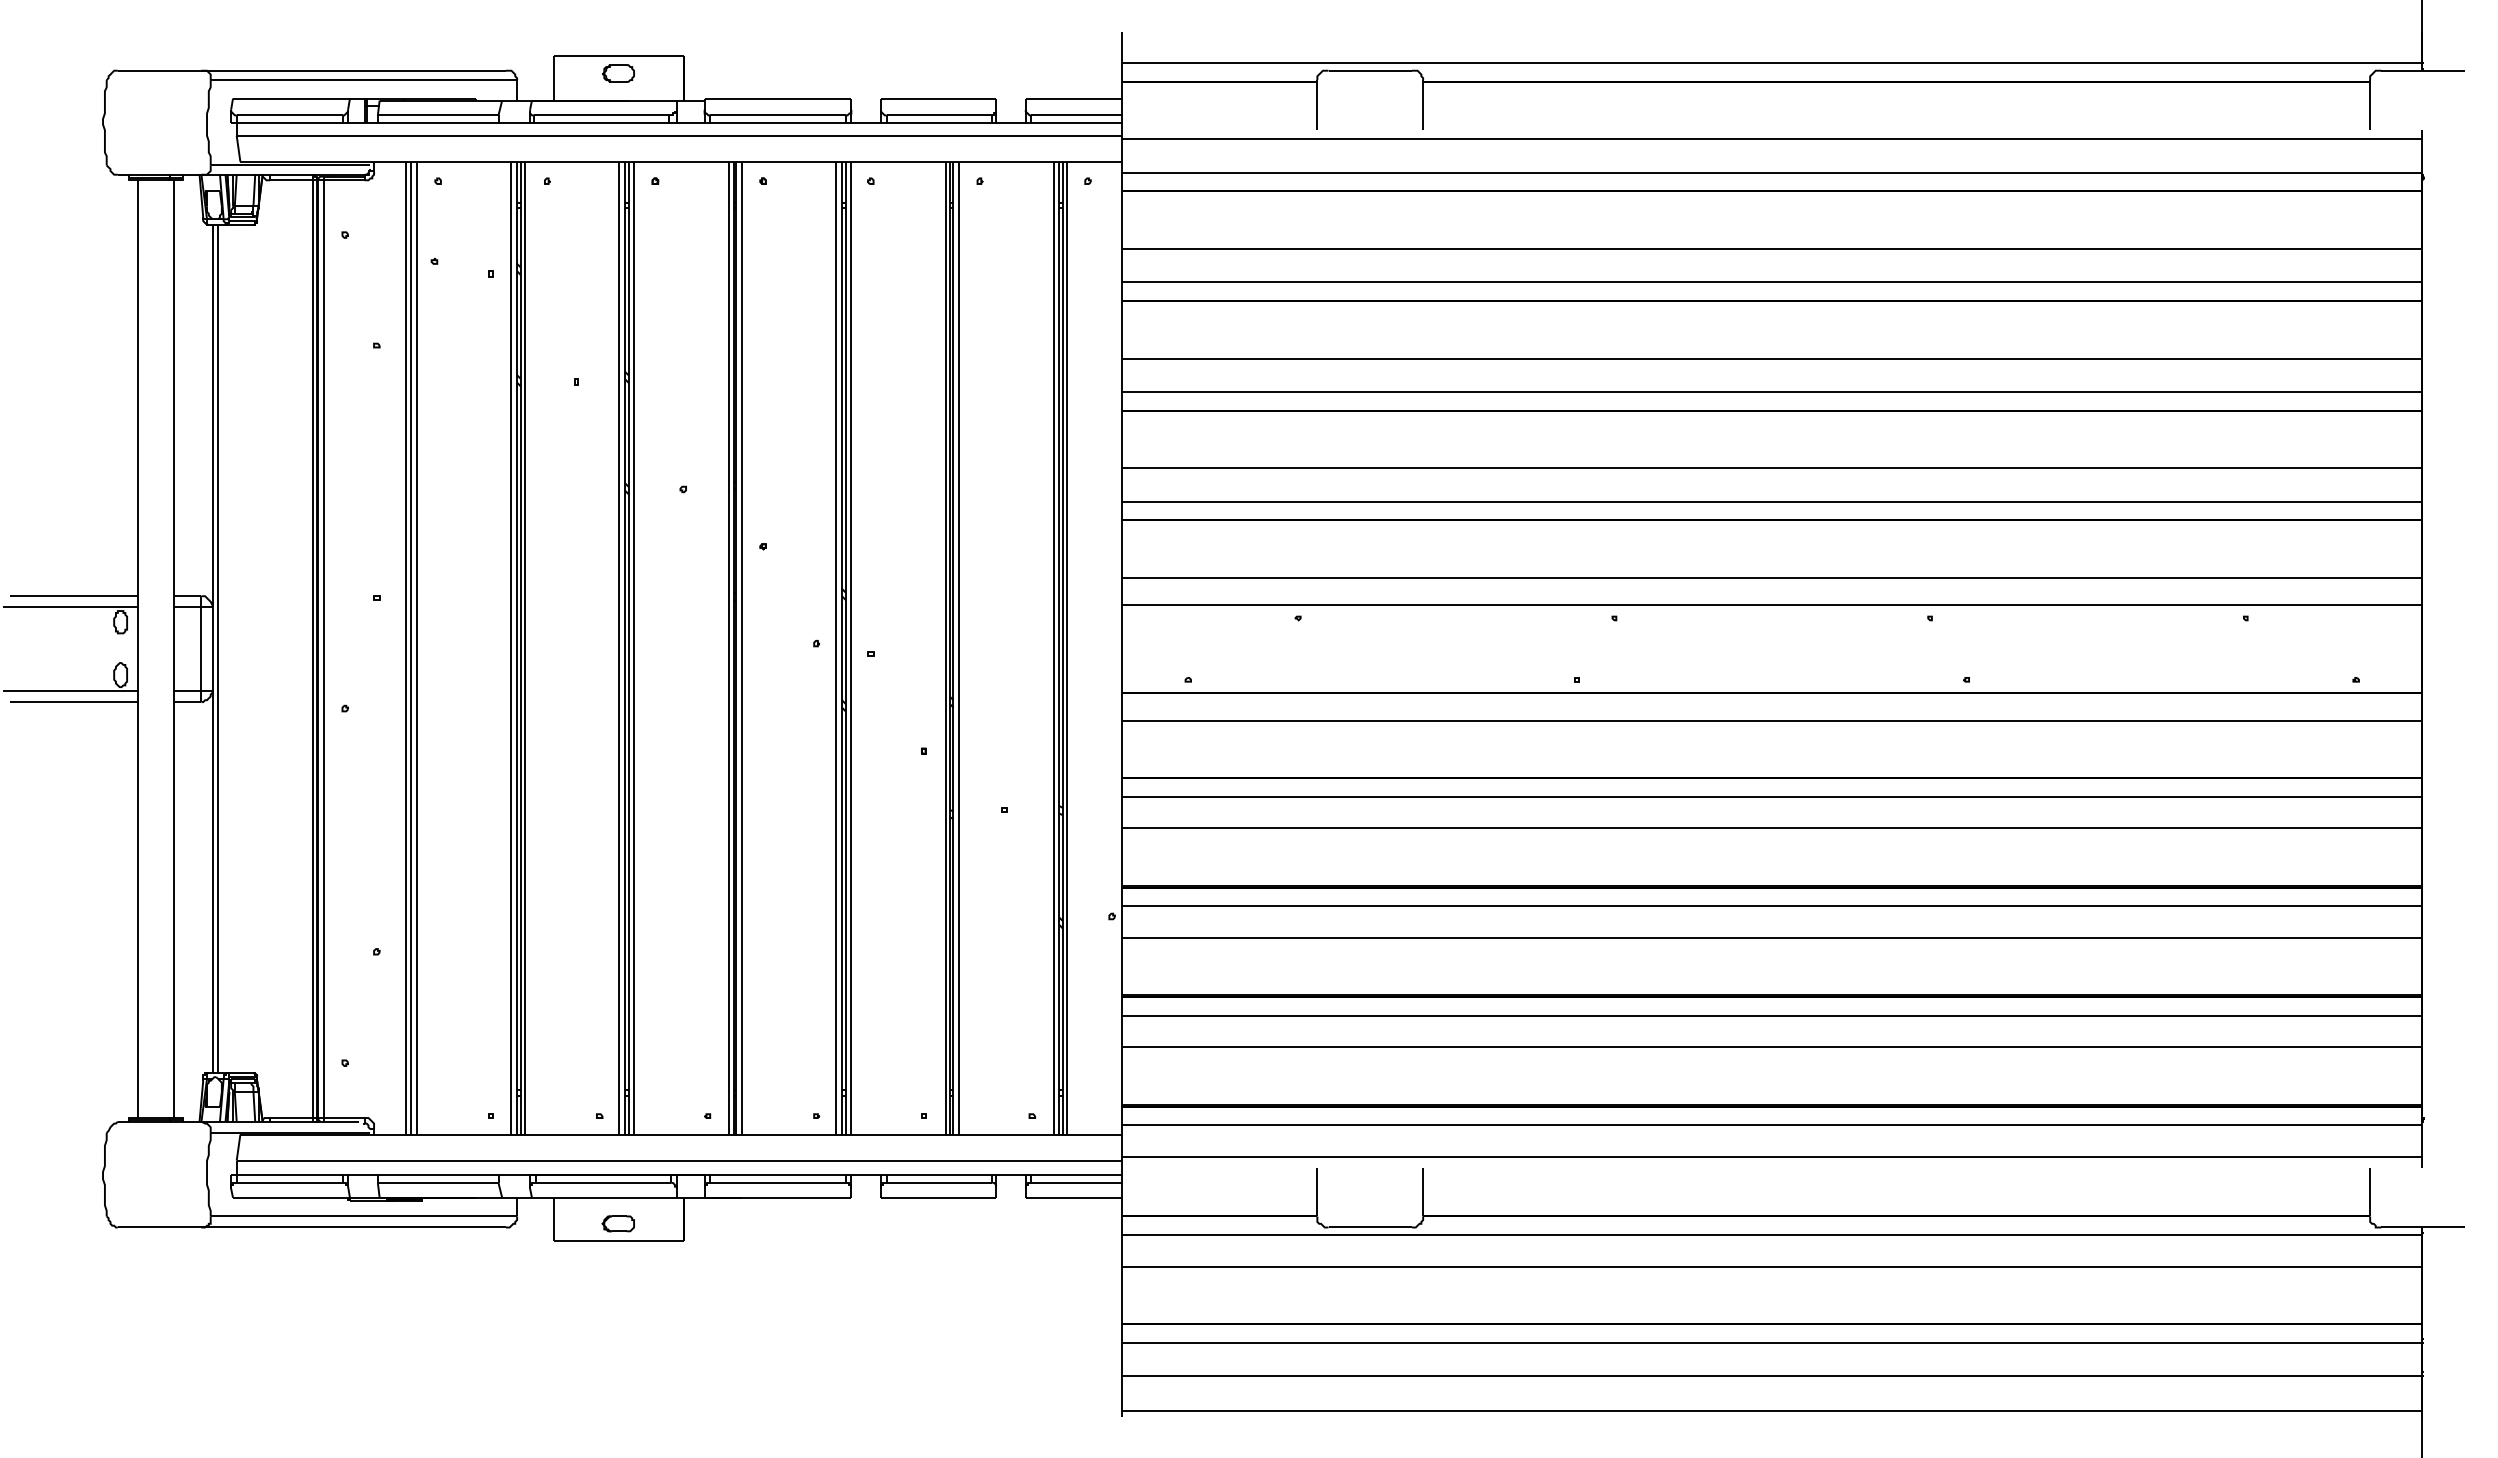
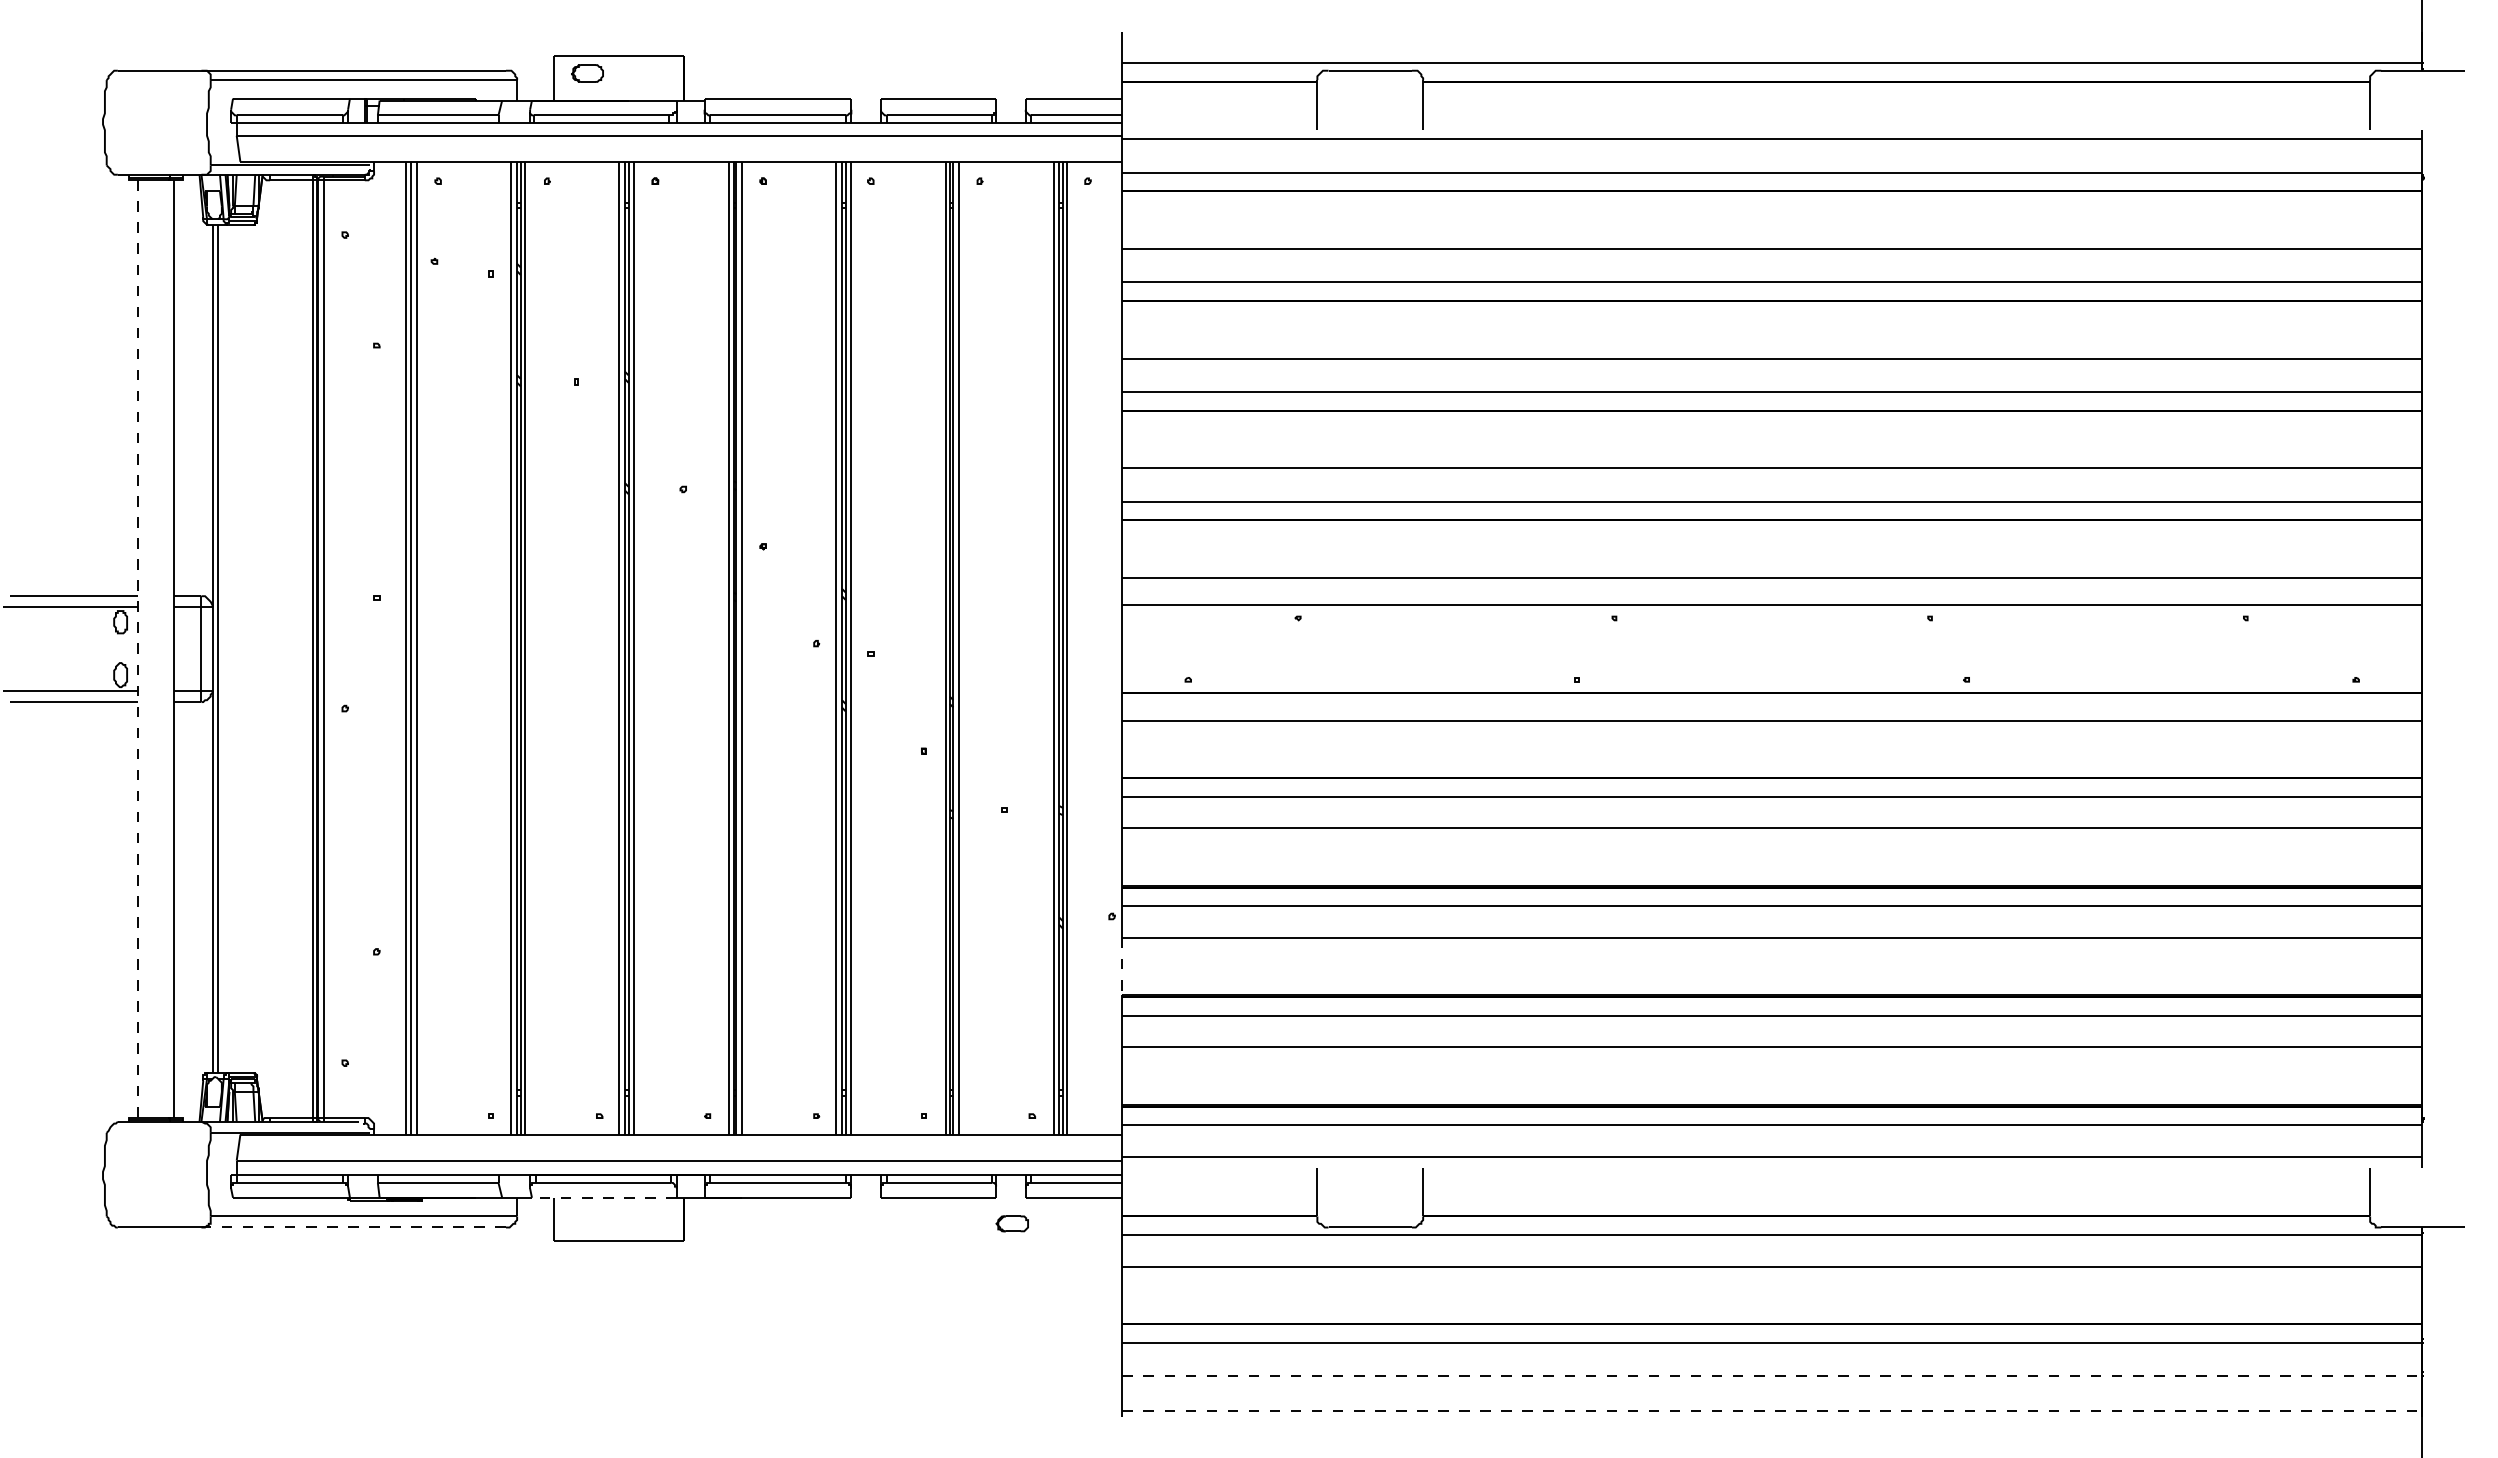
part at (618, 73) position: (618, 73) -> (587, 73)
line at (138, 649): solid -> dashed
line at (1122, 966): solid -> dashed
line at (603, 1197): solid -> dashed
part at (617, 1223) position: (617, 1223) -> (1011, 1223)
line at (353, 1227): solid -> dashed
line at (1772, 1376): solid -> dashed
line at (1772, 1411): solid -> dashed
